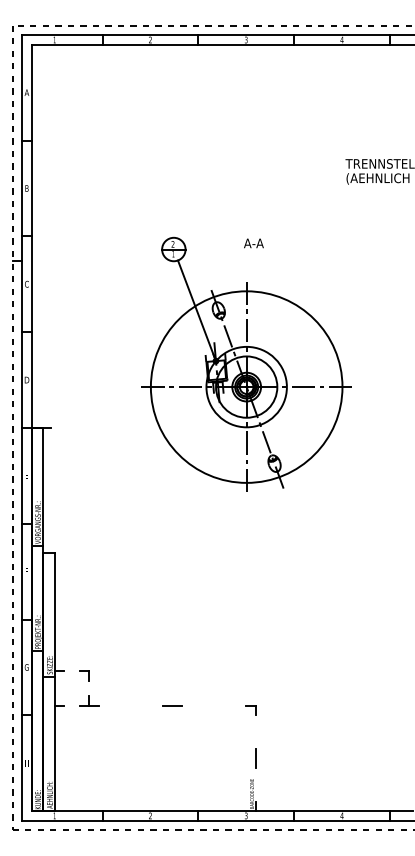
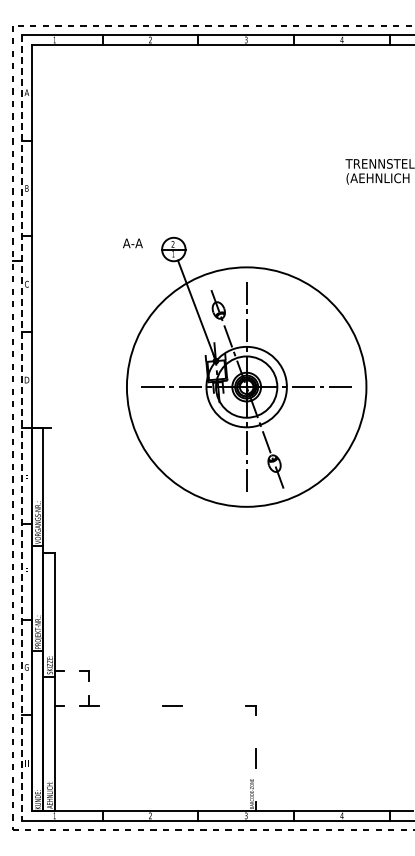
text at (253, 243) position: (253, 243) -> (132, 243)
circle at (246, 386) diameter: 192 px -> 239 px
line at (22, 428): solid -> dashed
